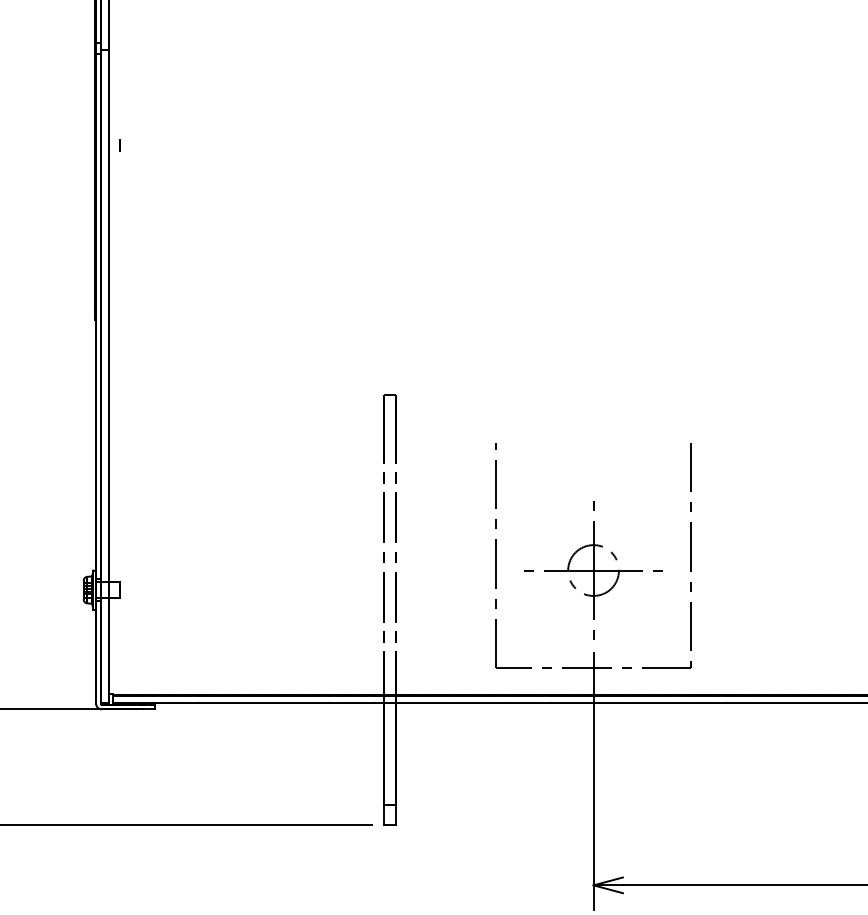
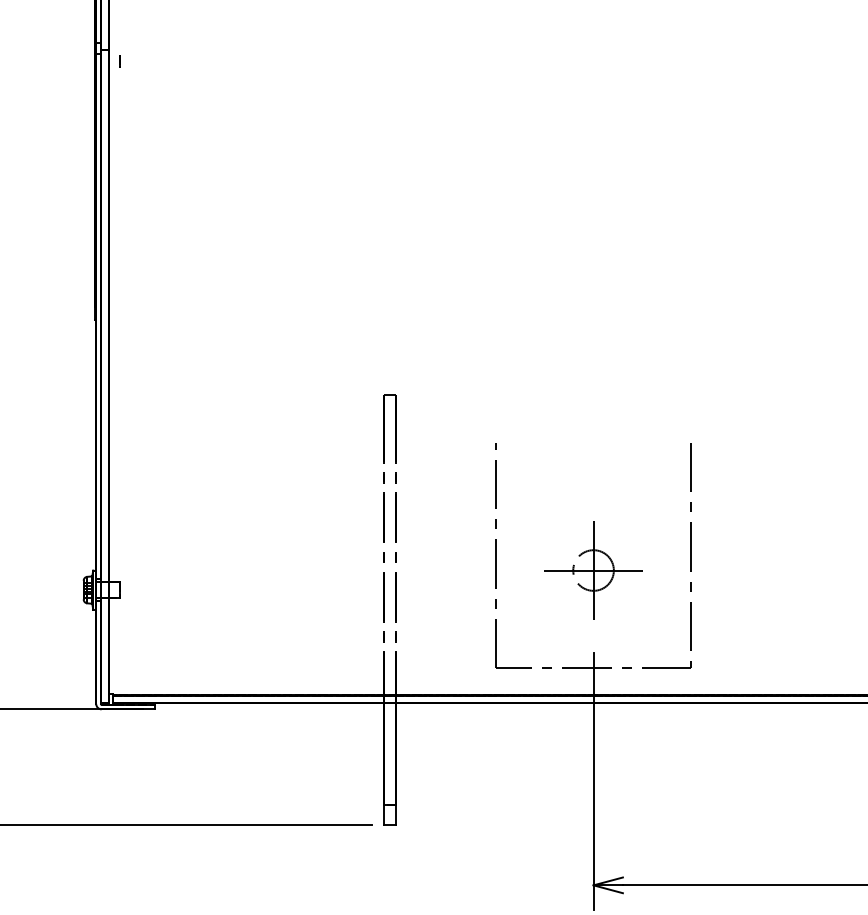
line at (119, 145) position: (119, 145) -> (119, 61)
part at (593, 570) size: 139x139 px -> 99x99 px
